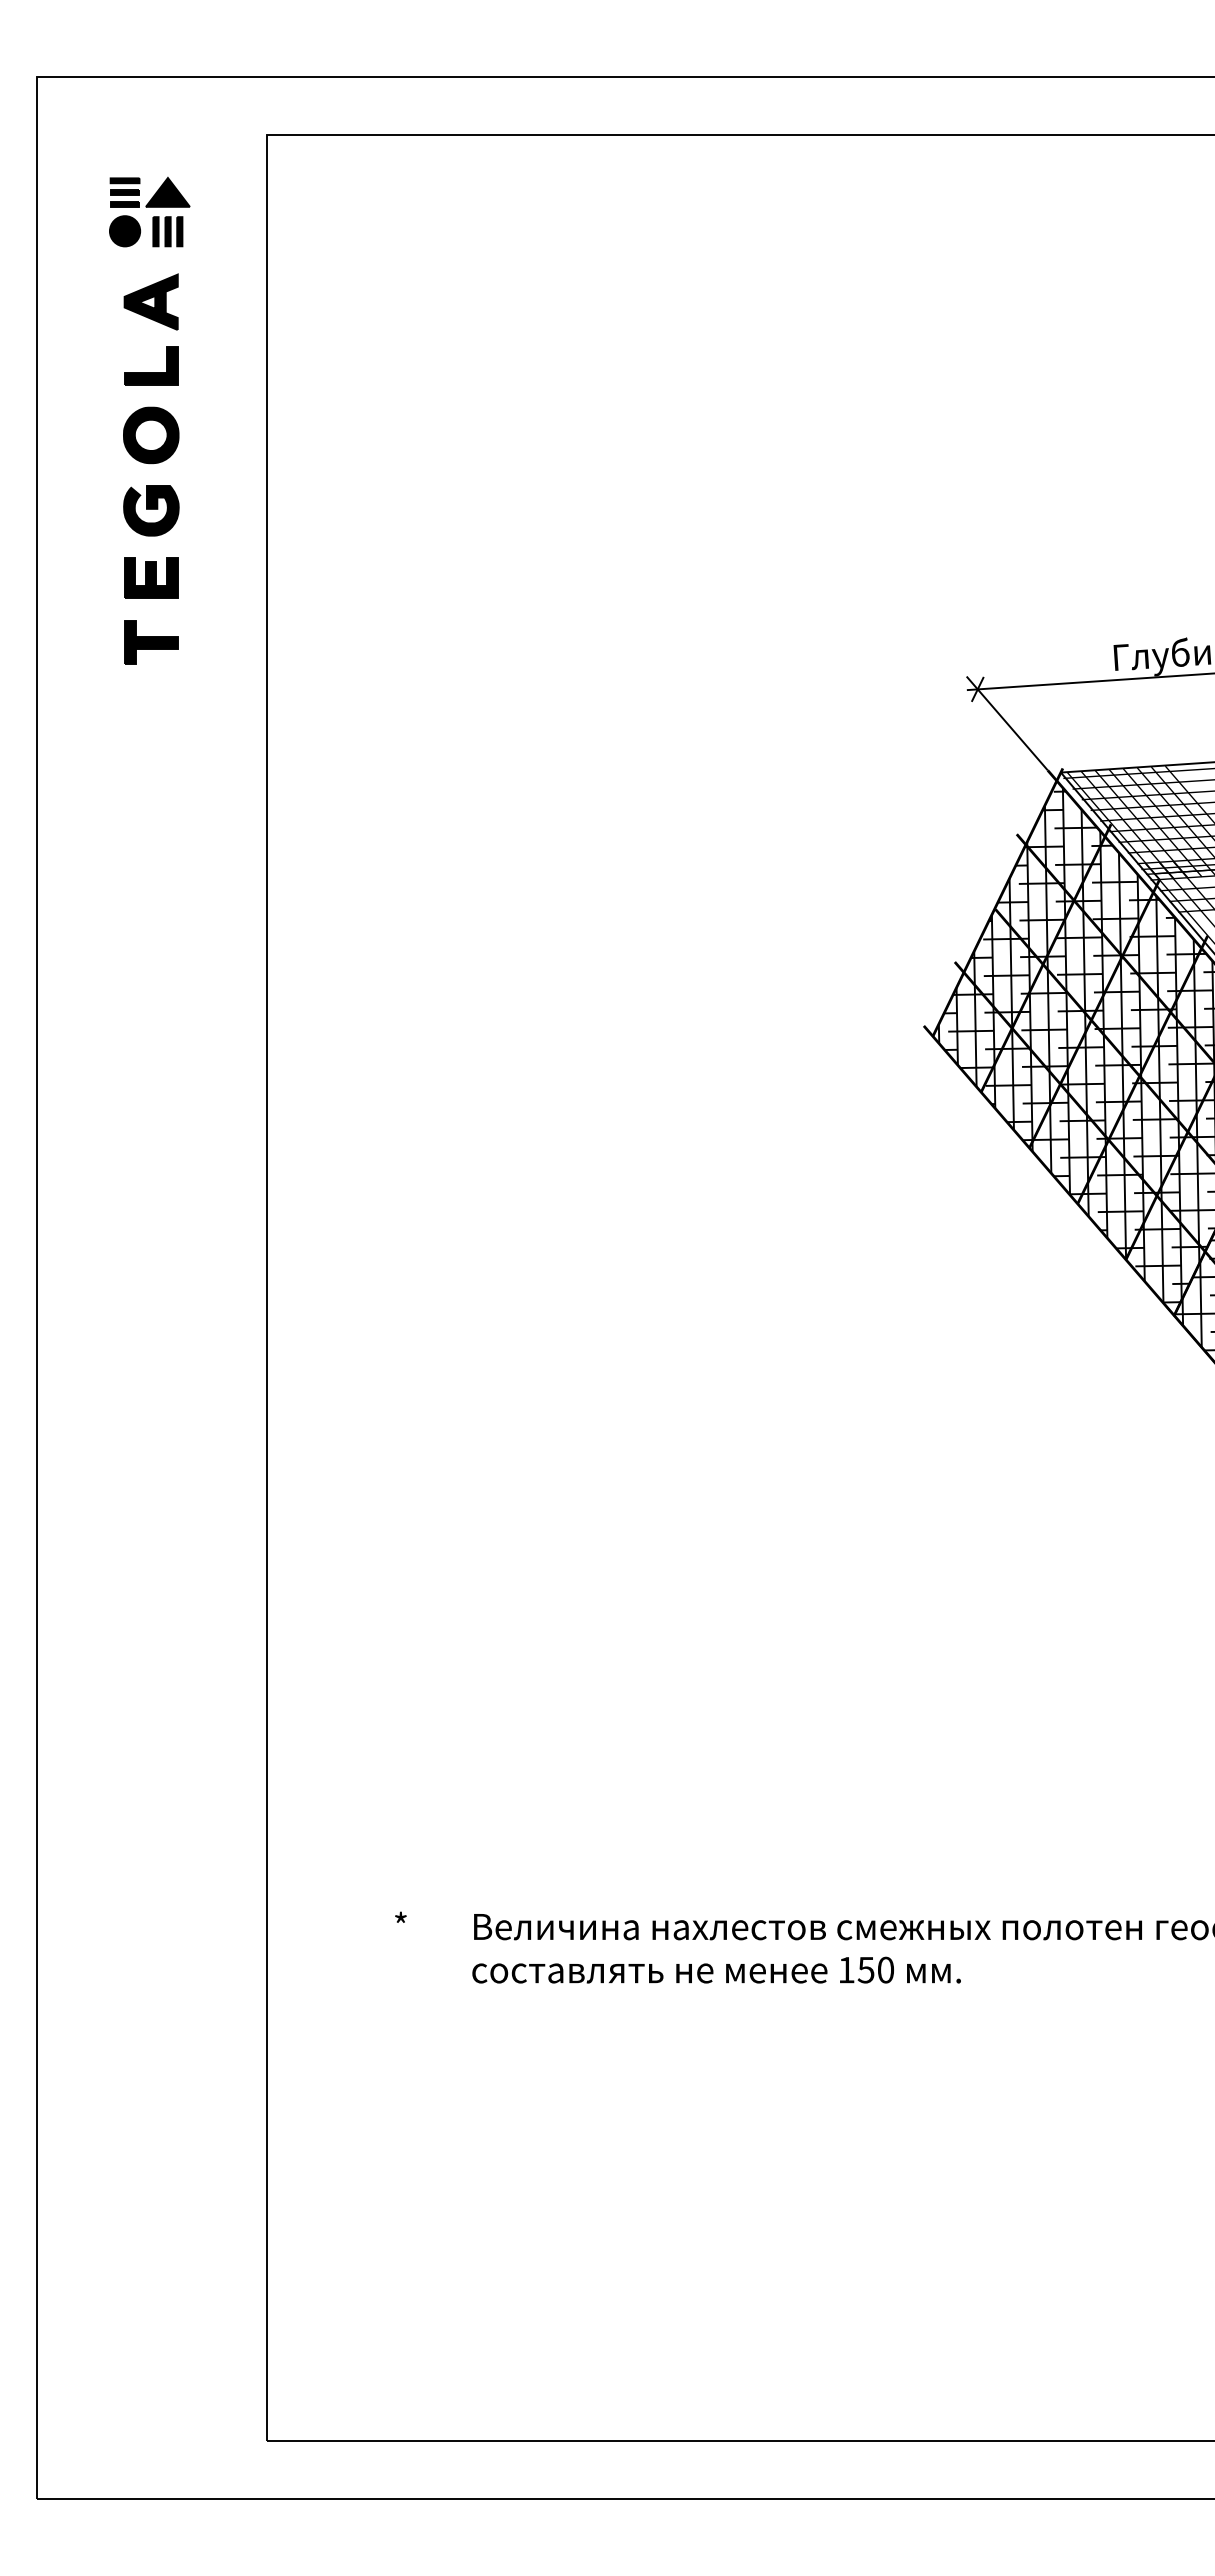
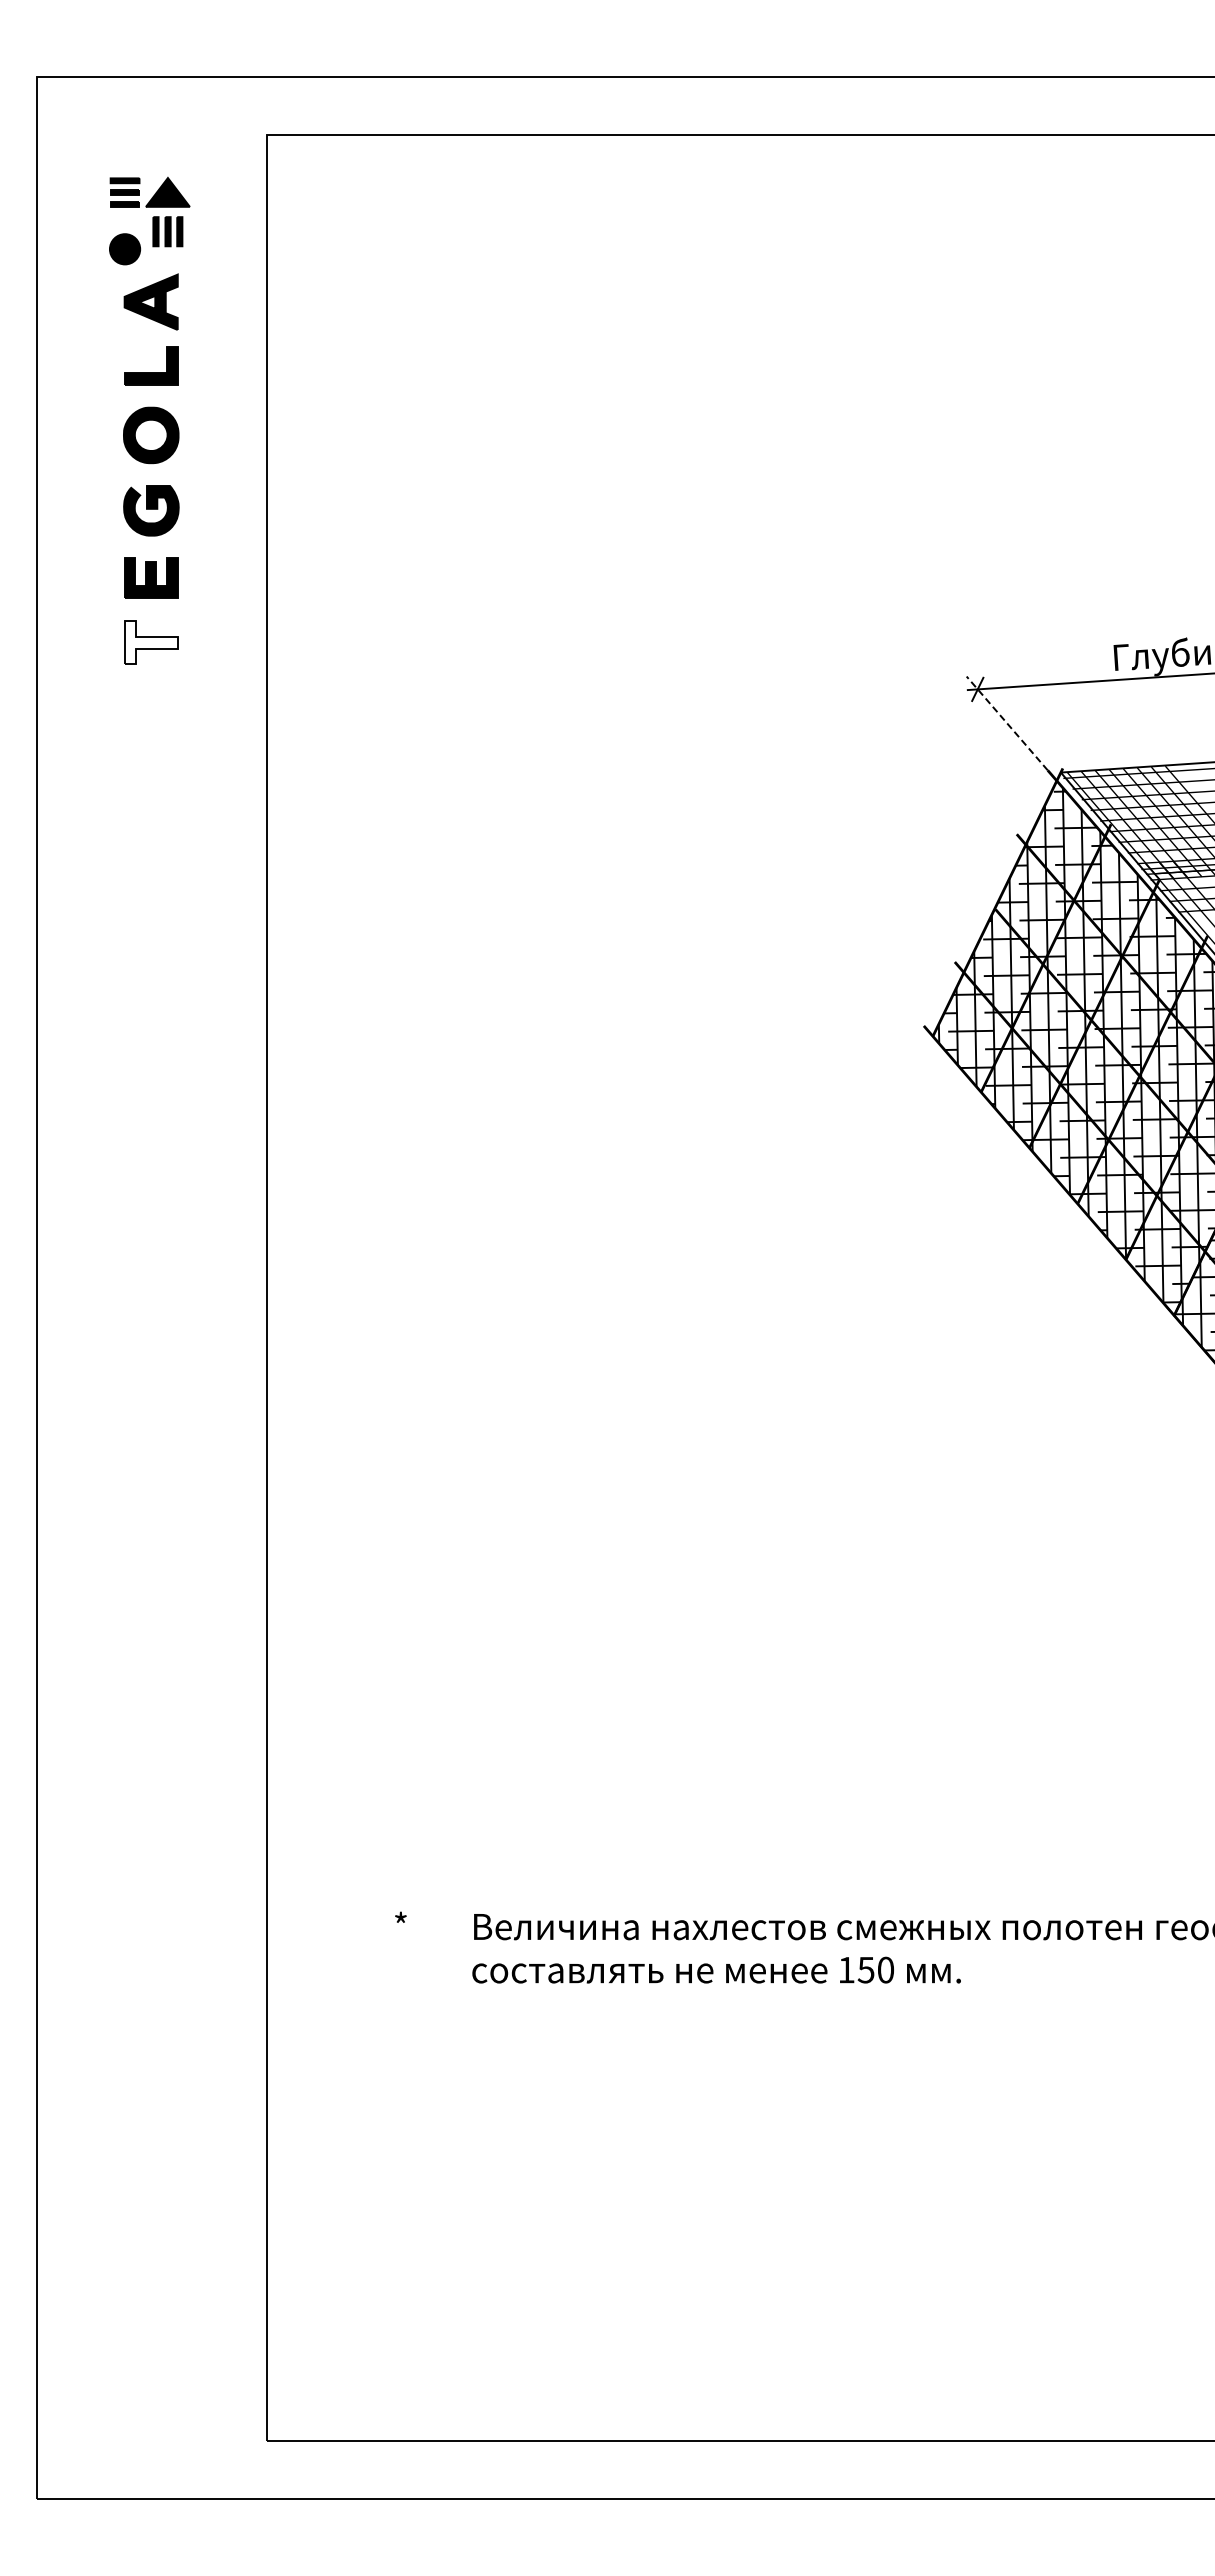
part at (125, 231) position: (125, 231) -> (125, 249)
fill at (150, 642): present -> none
line at (1006, 723): solid -> dashed
